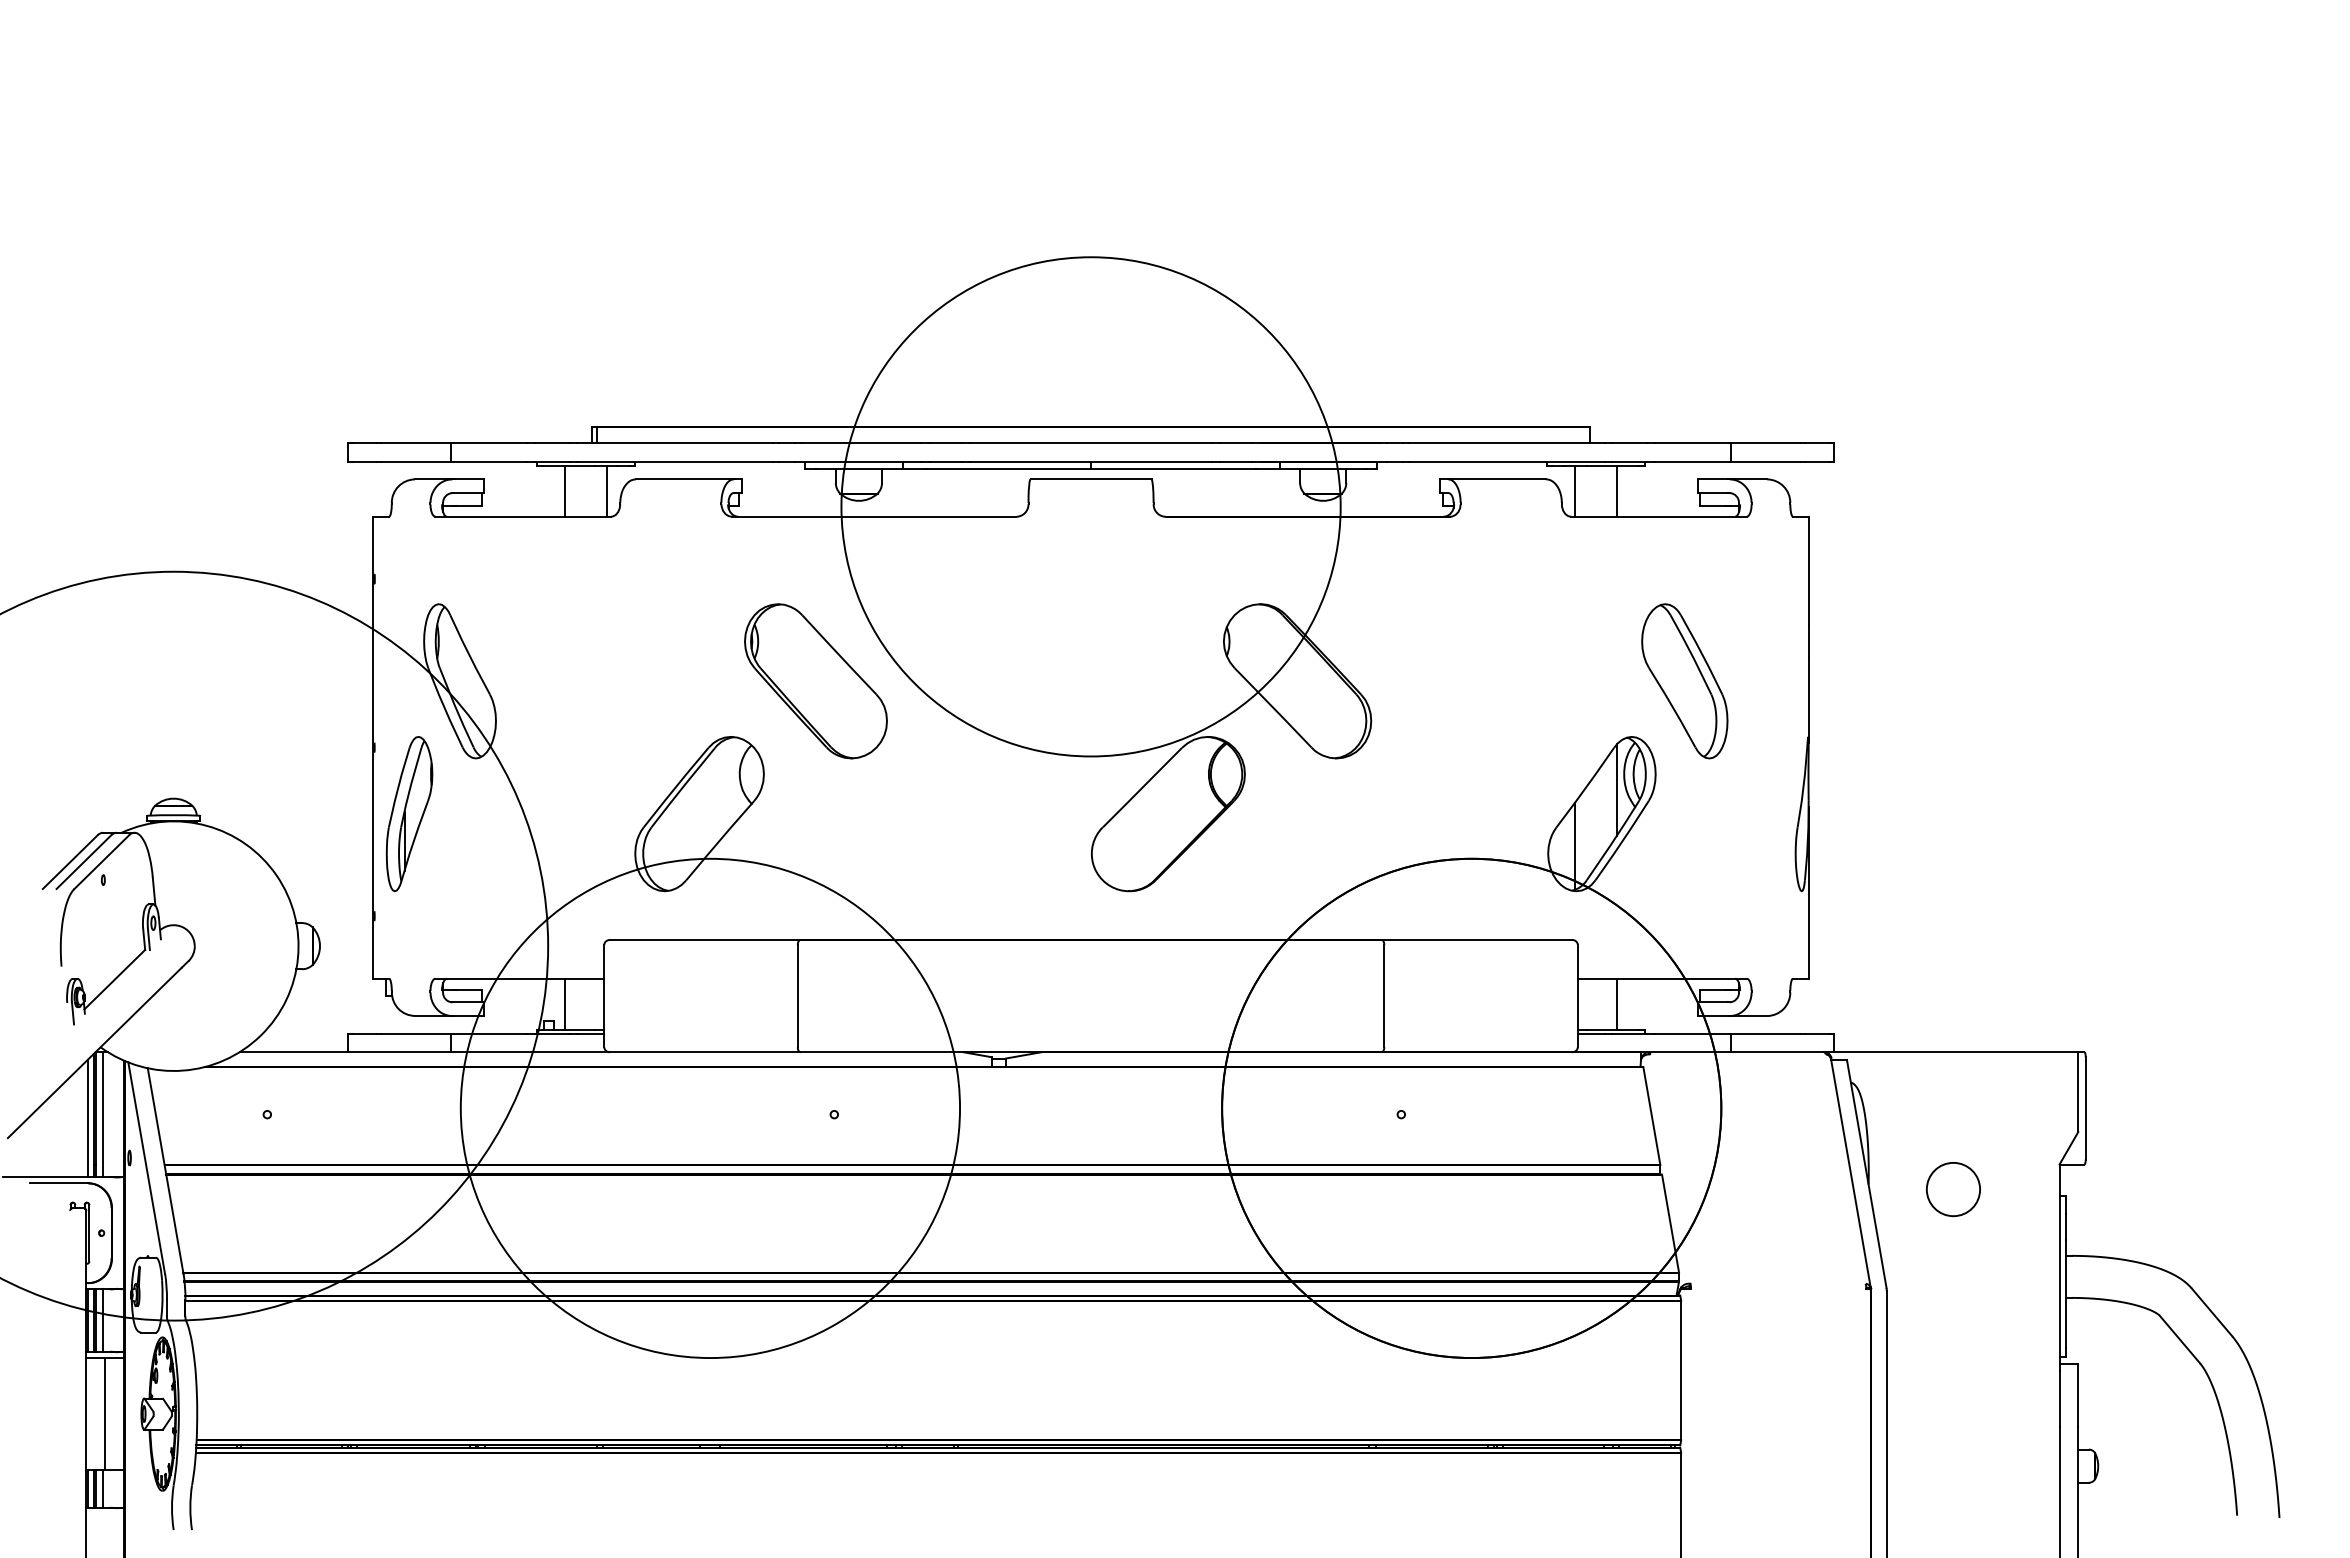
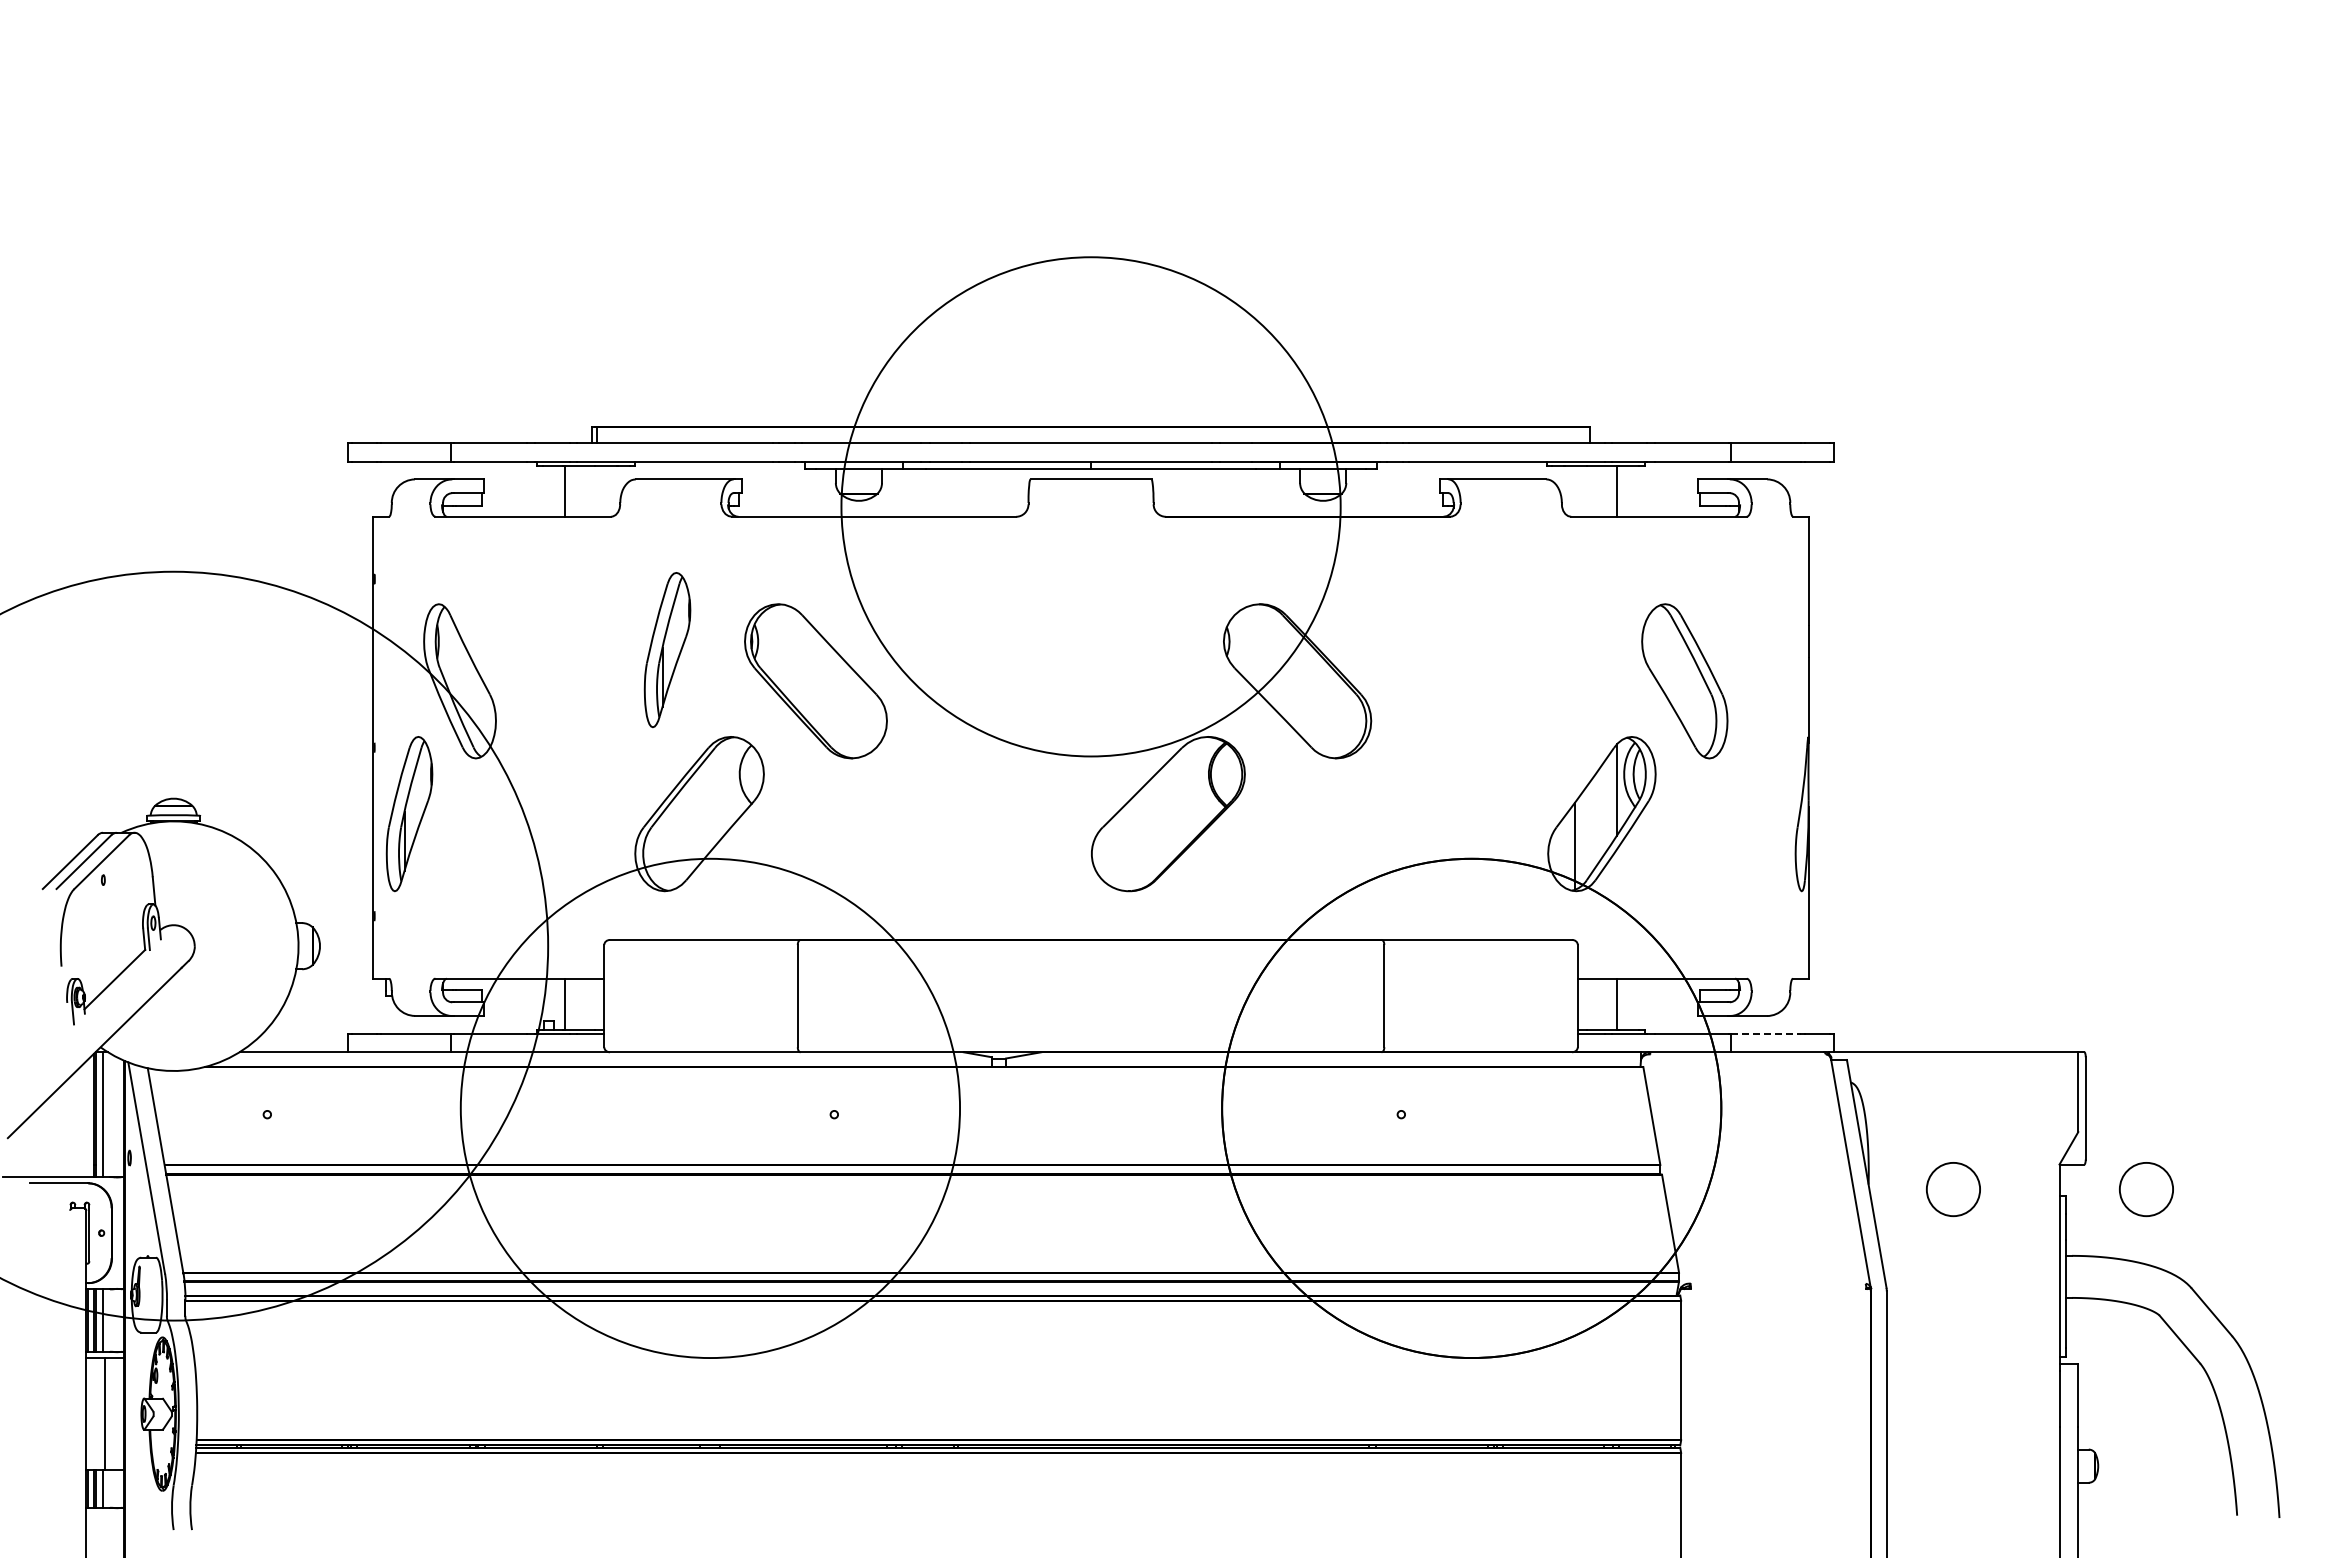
line at (607, 490): present -> none
line at (1574, 490): present -> none
part at (667, 650): none -> present
line at (1766, 1033): solid -> dashed
line at (87, 1118): present -> none
circle at (2146, 1189): none -> present
